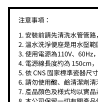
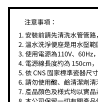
text at (33, 19) position: (33, 19) -> (39, 21)
